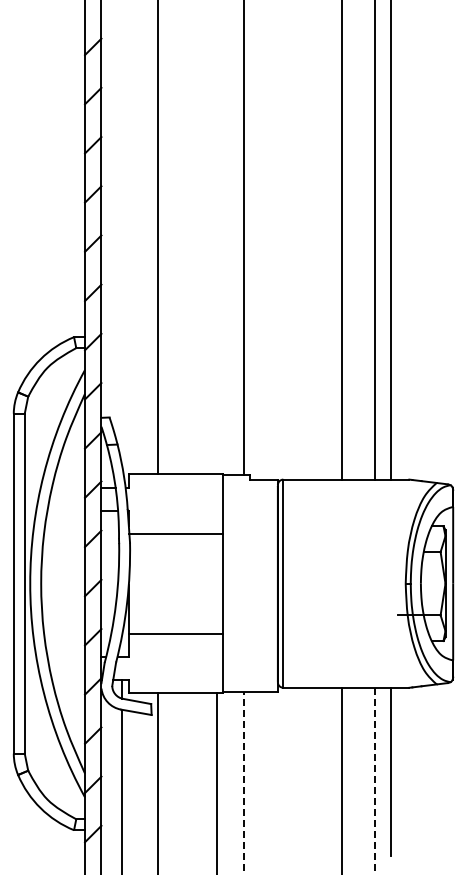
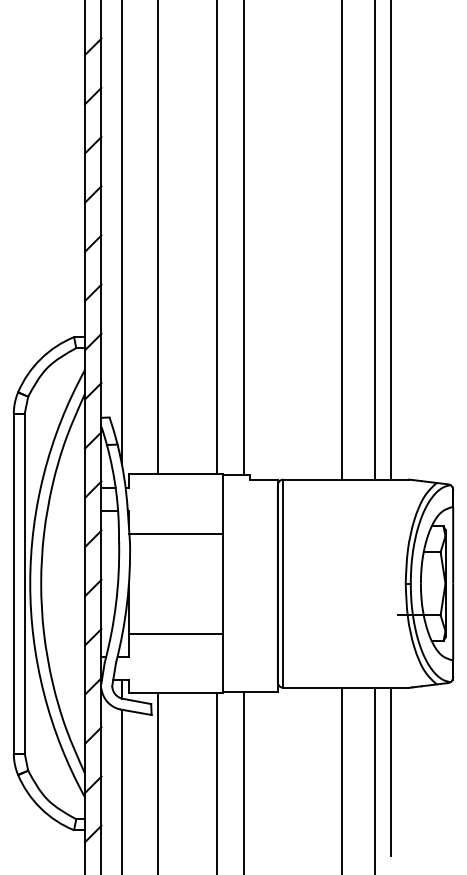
line at (122, 233): none -> present
line at (216, 238): none -> present
line at (375, 781): dashed -> solid
line at (243, 783): dashed -> solid
